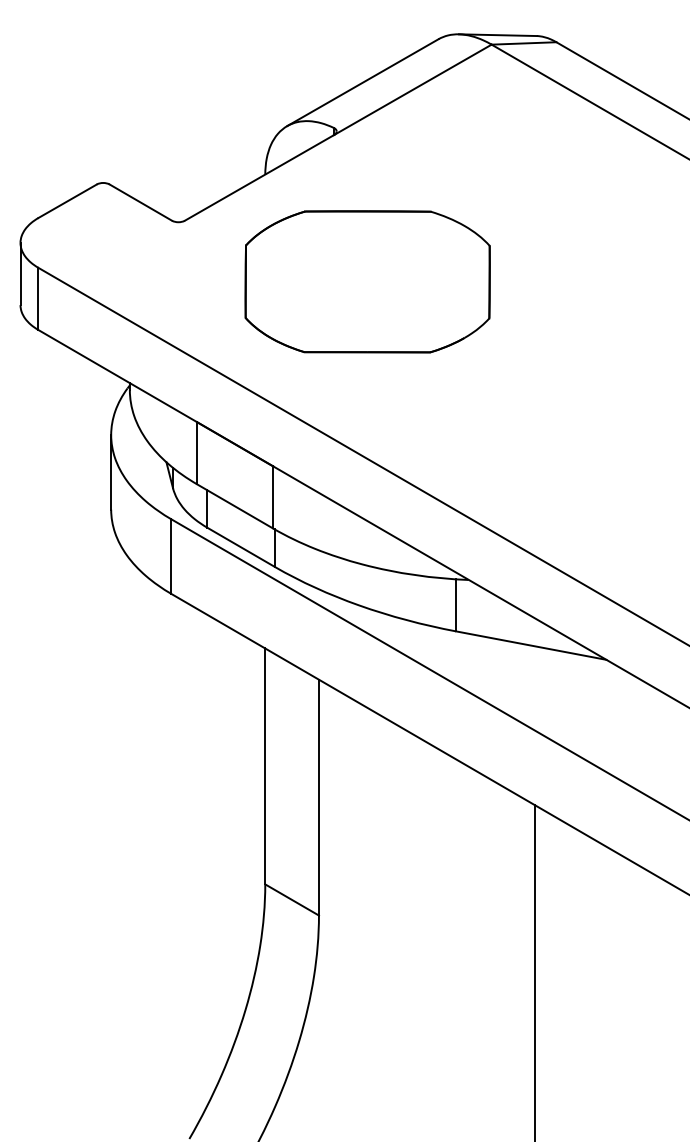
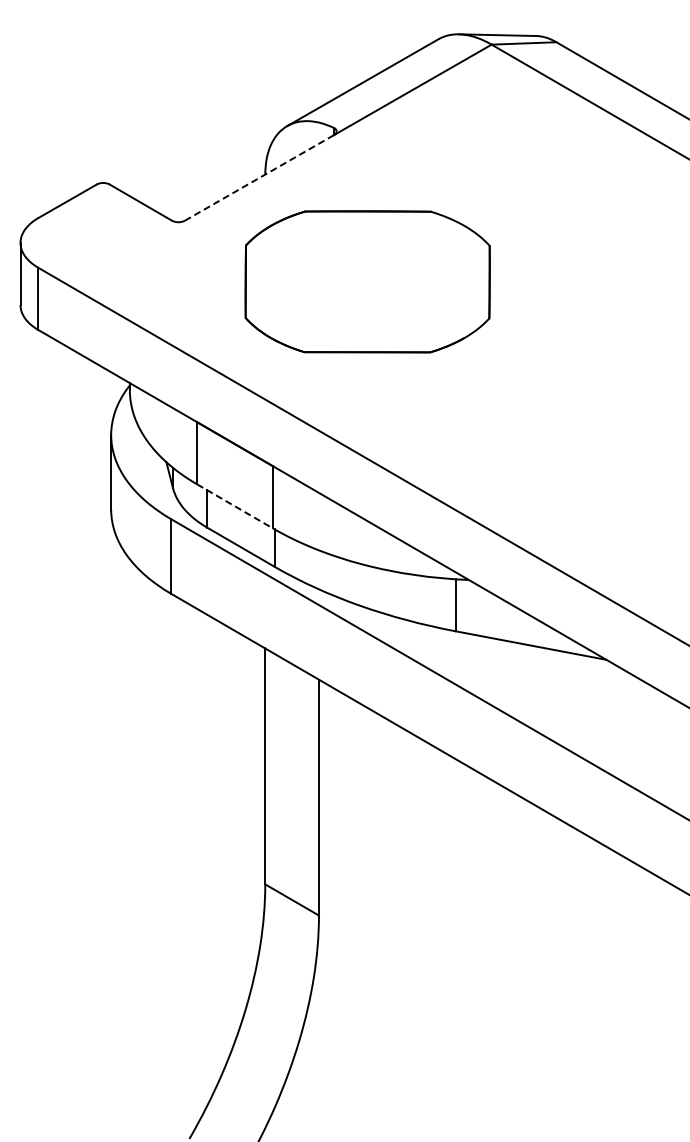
line at (259, 177): solid -> dashed
line at (235, 506): solid -> dashed
line at (534, 971): present -> none
